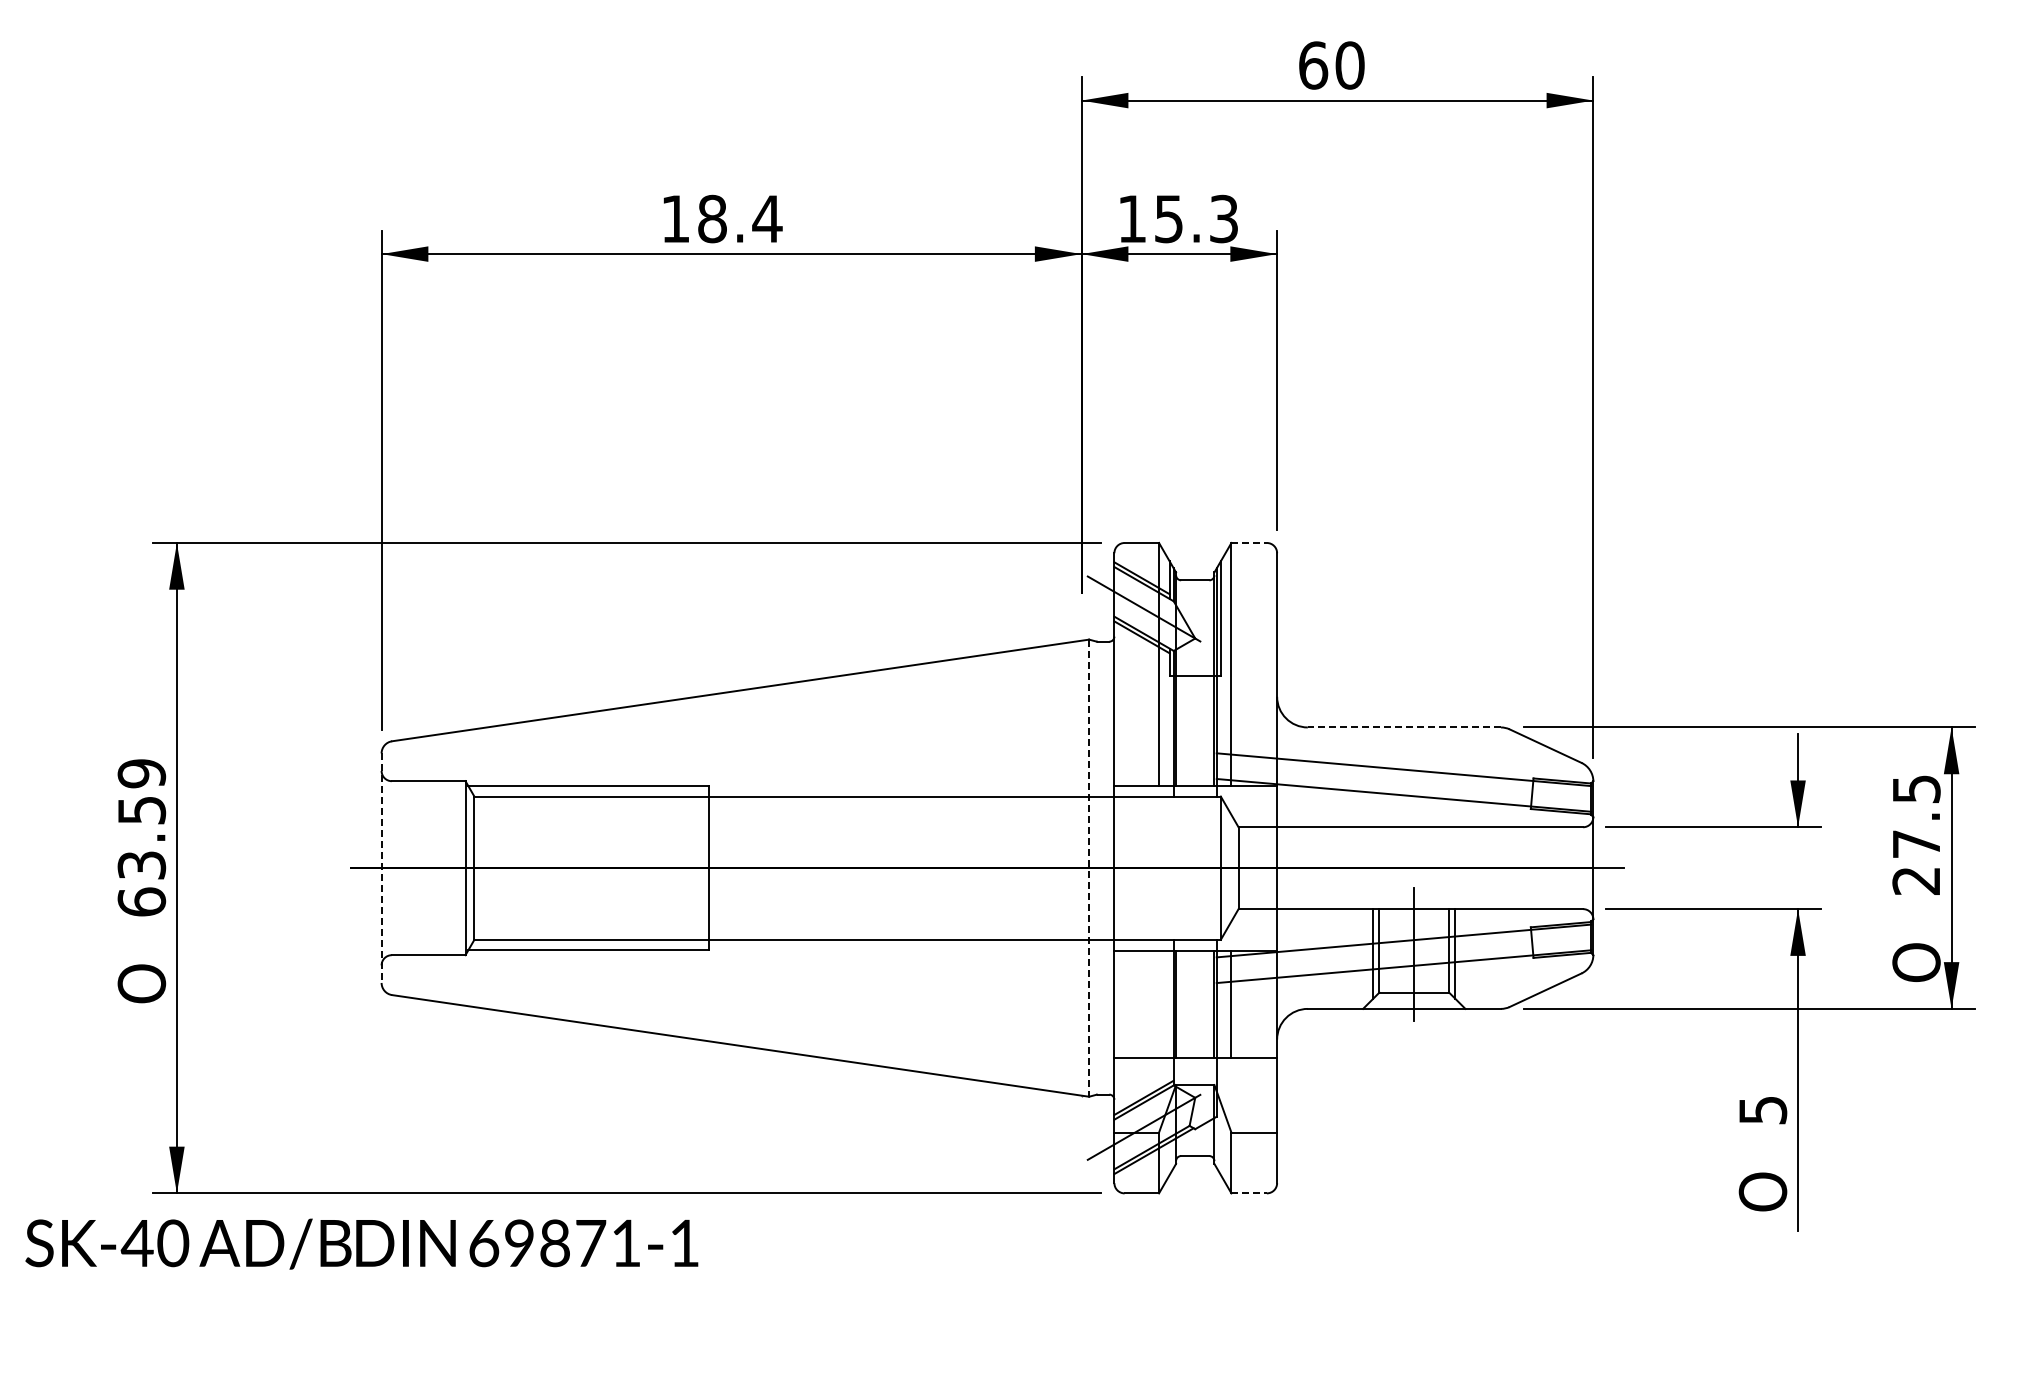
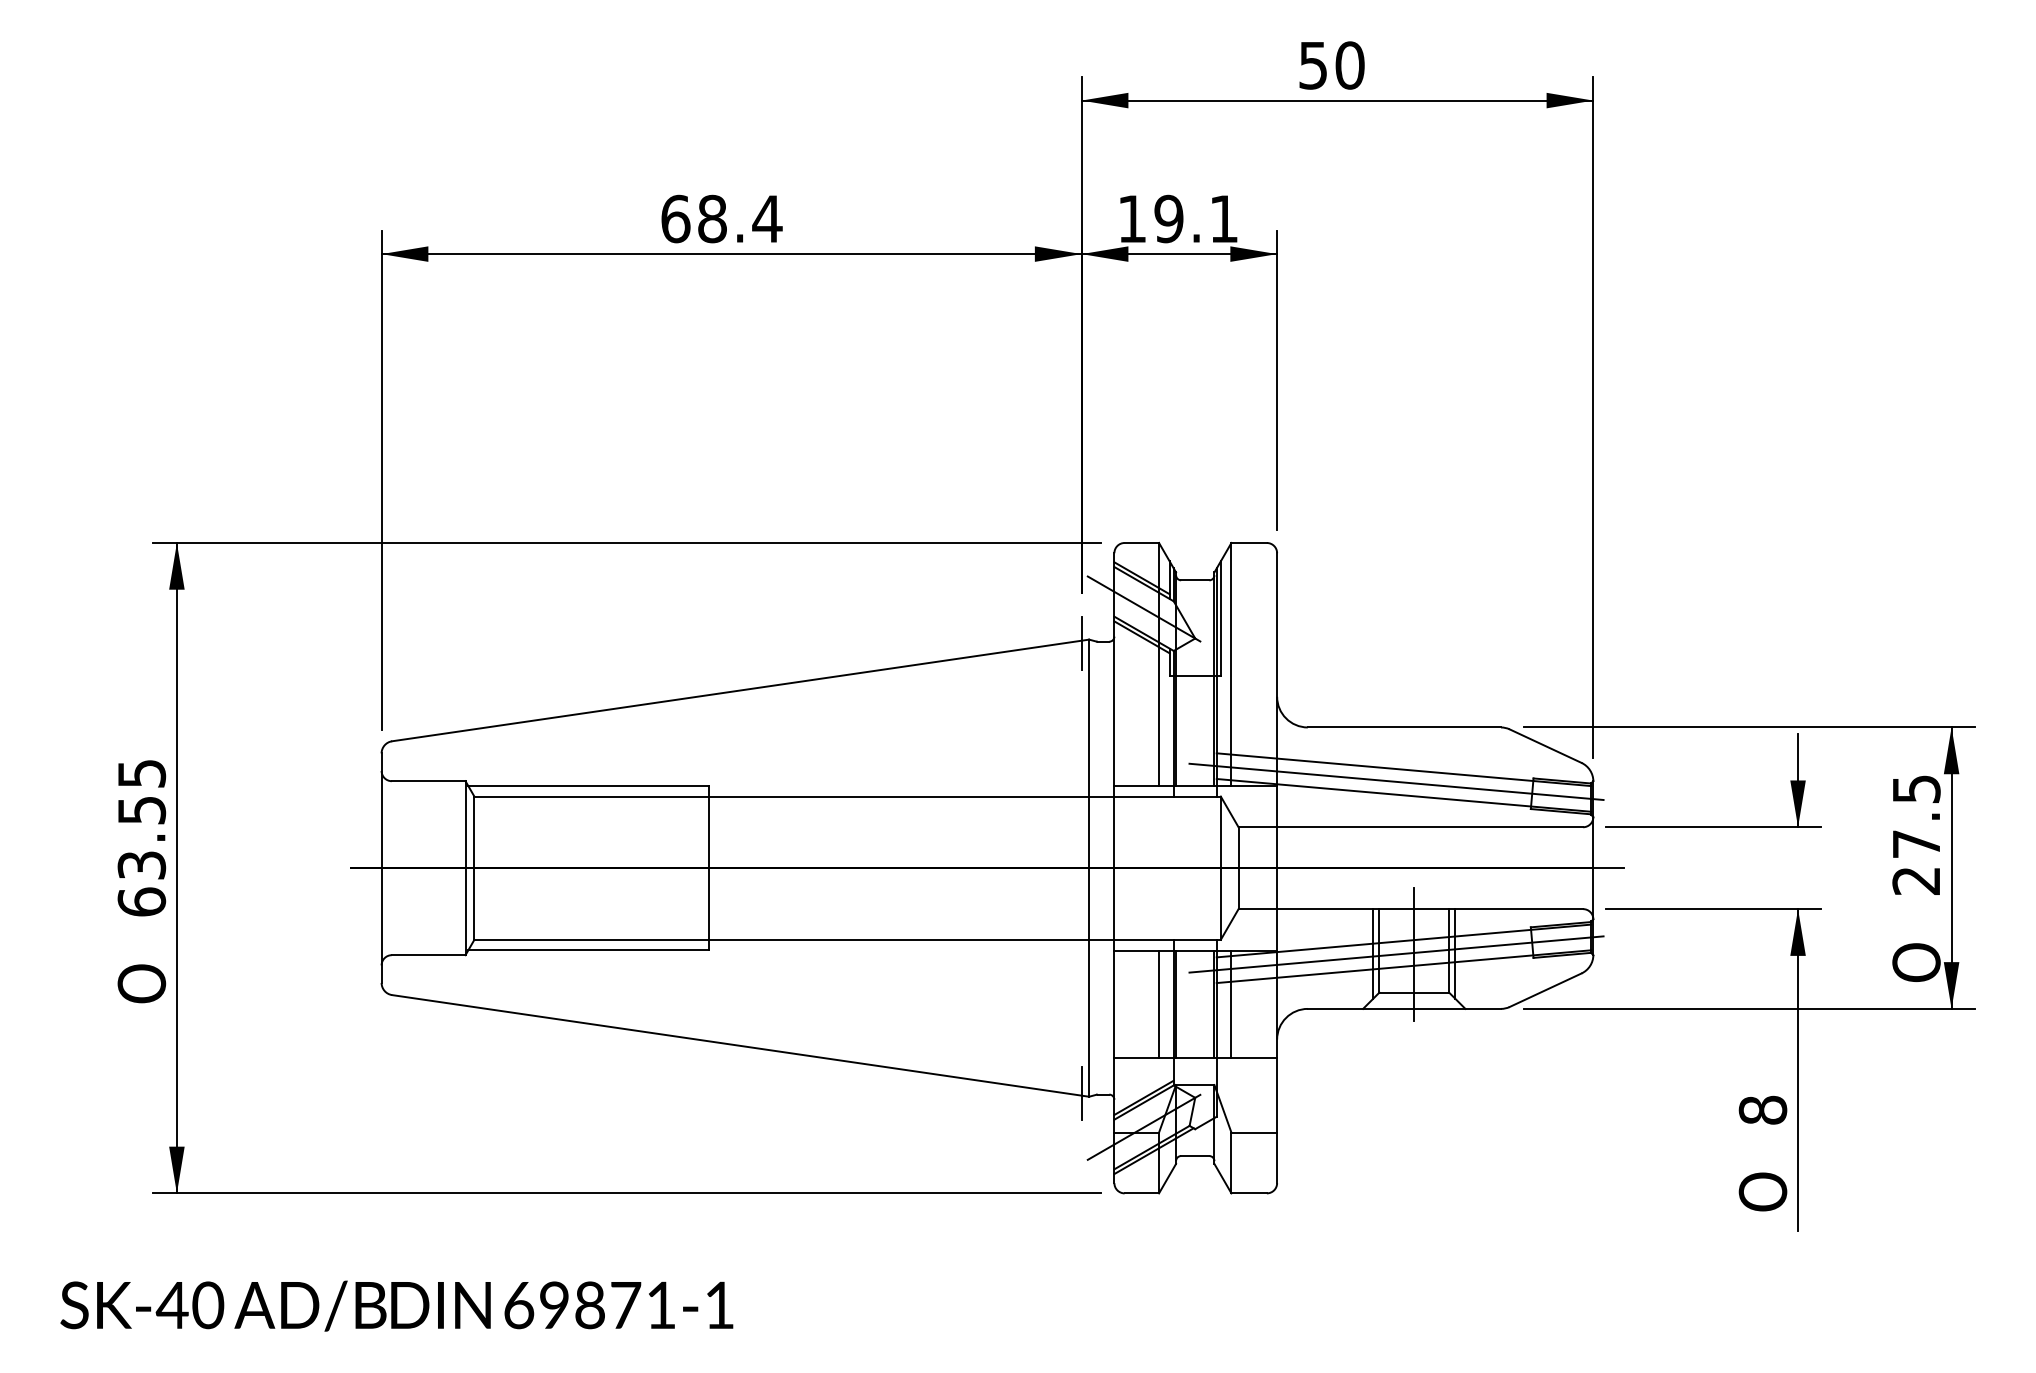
text at (1313, 65): 60 -> 50
text at (675, 218): 18.4 -> 68.4
text at (1195, 218): 15.3 -> 19.1
line at (1249, 542): dashed -> solid
line at (1081, 642): none -> present
line at (1404, 727): dashed -> solid
text at (141, 773): 63.59 -> 63.55
line at (1396, 781): none -> present
line at (381, 868): dashed -> solid
line at (1089, 868): dashed -> solid
line at (1396, 954): none -> present
line at (1159, 1003): none -> present
line at (1081, 1092): none -> present
text at (1762, 1109): 5 -> 8
line at (1249, 1193): dashed -> solid
text at (361, 1243) position: (361, 1243) -> (396, 1305)
